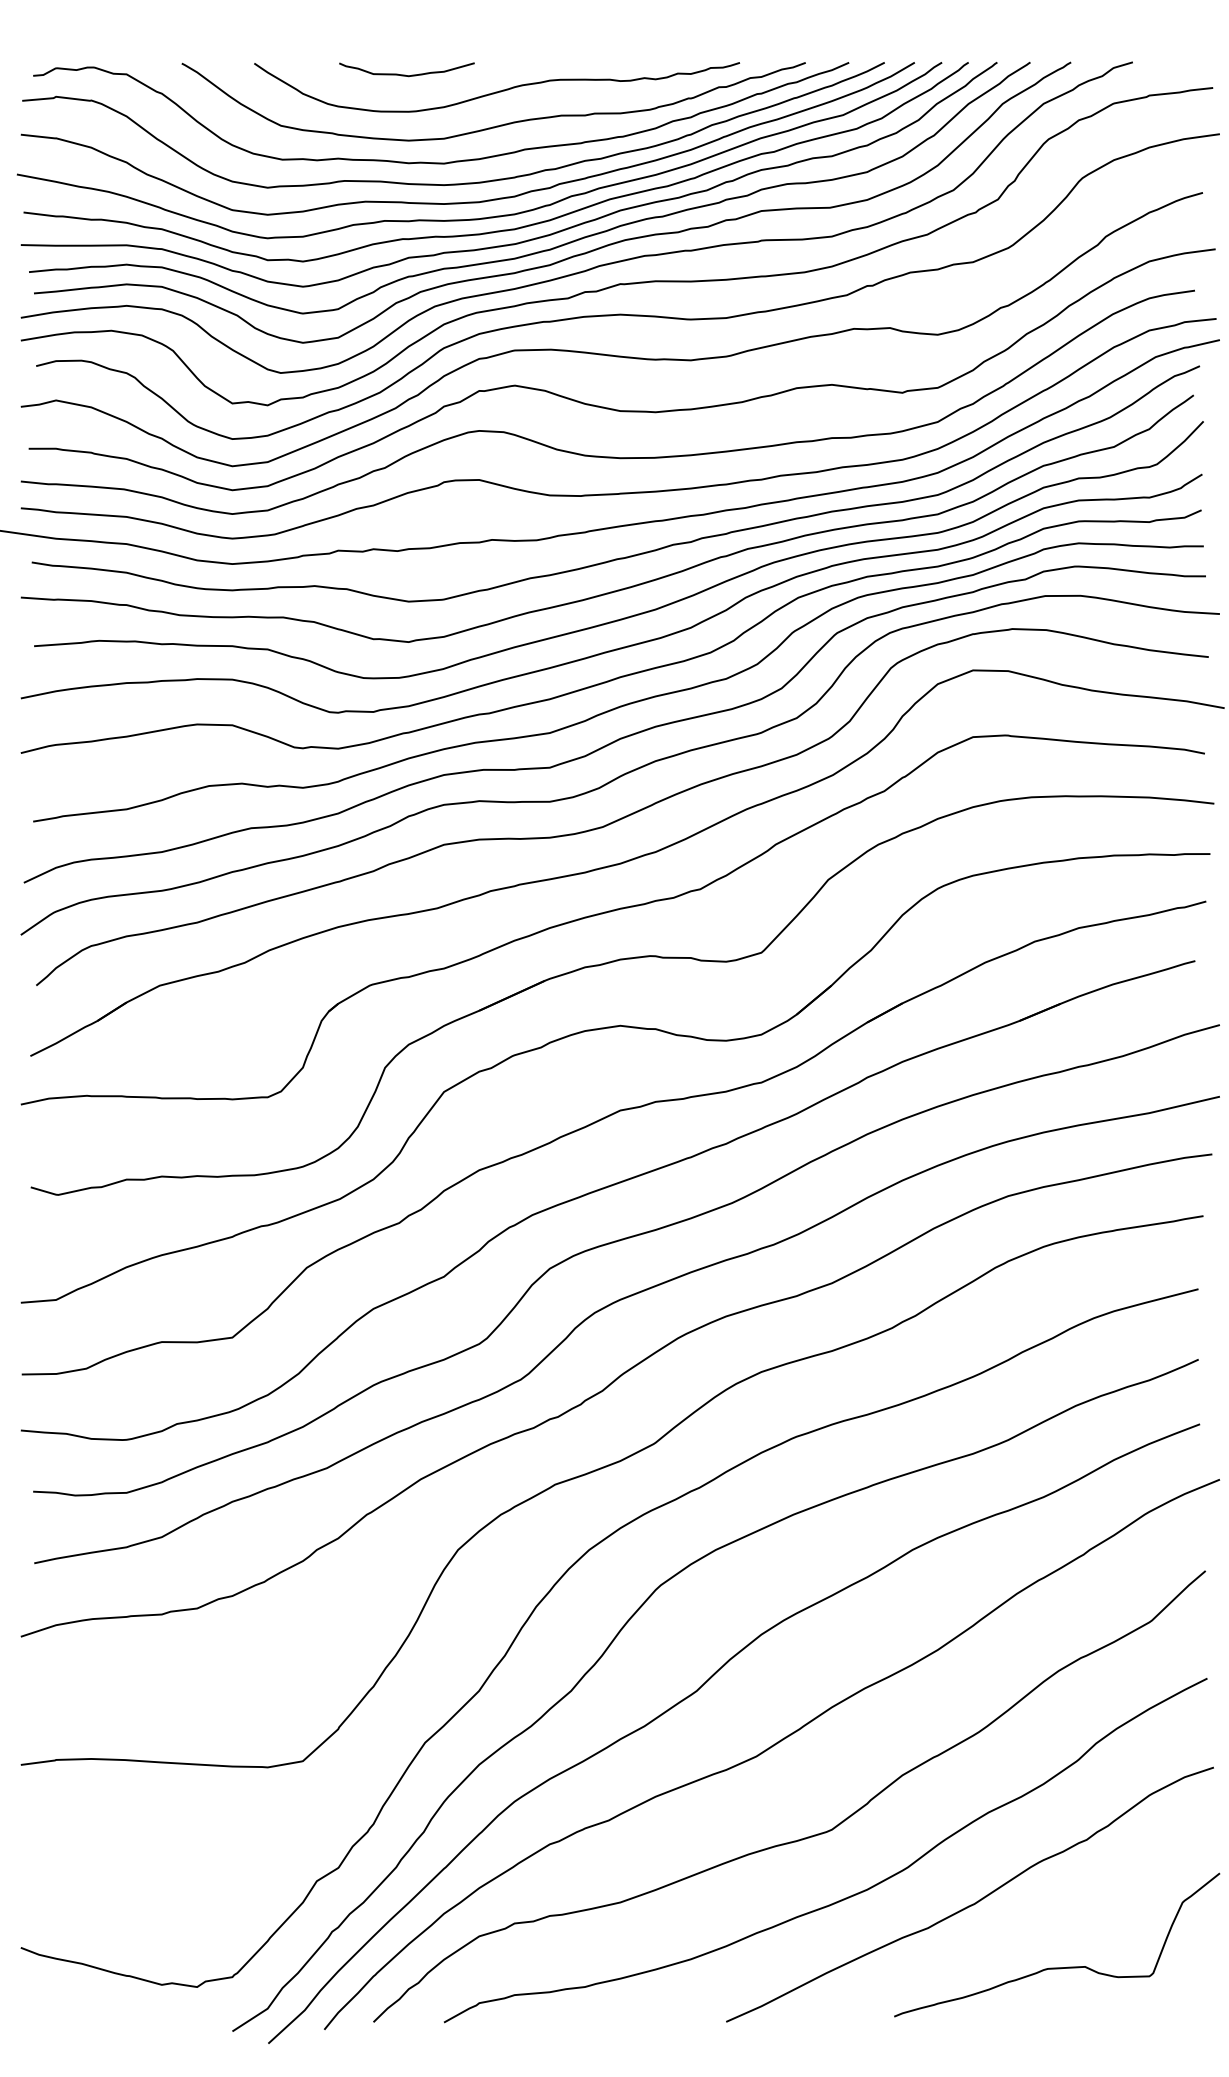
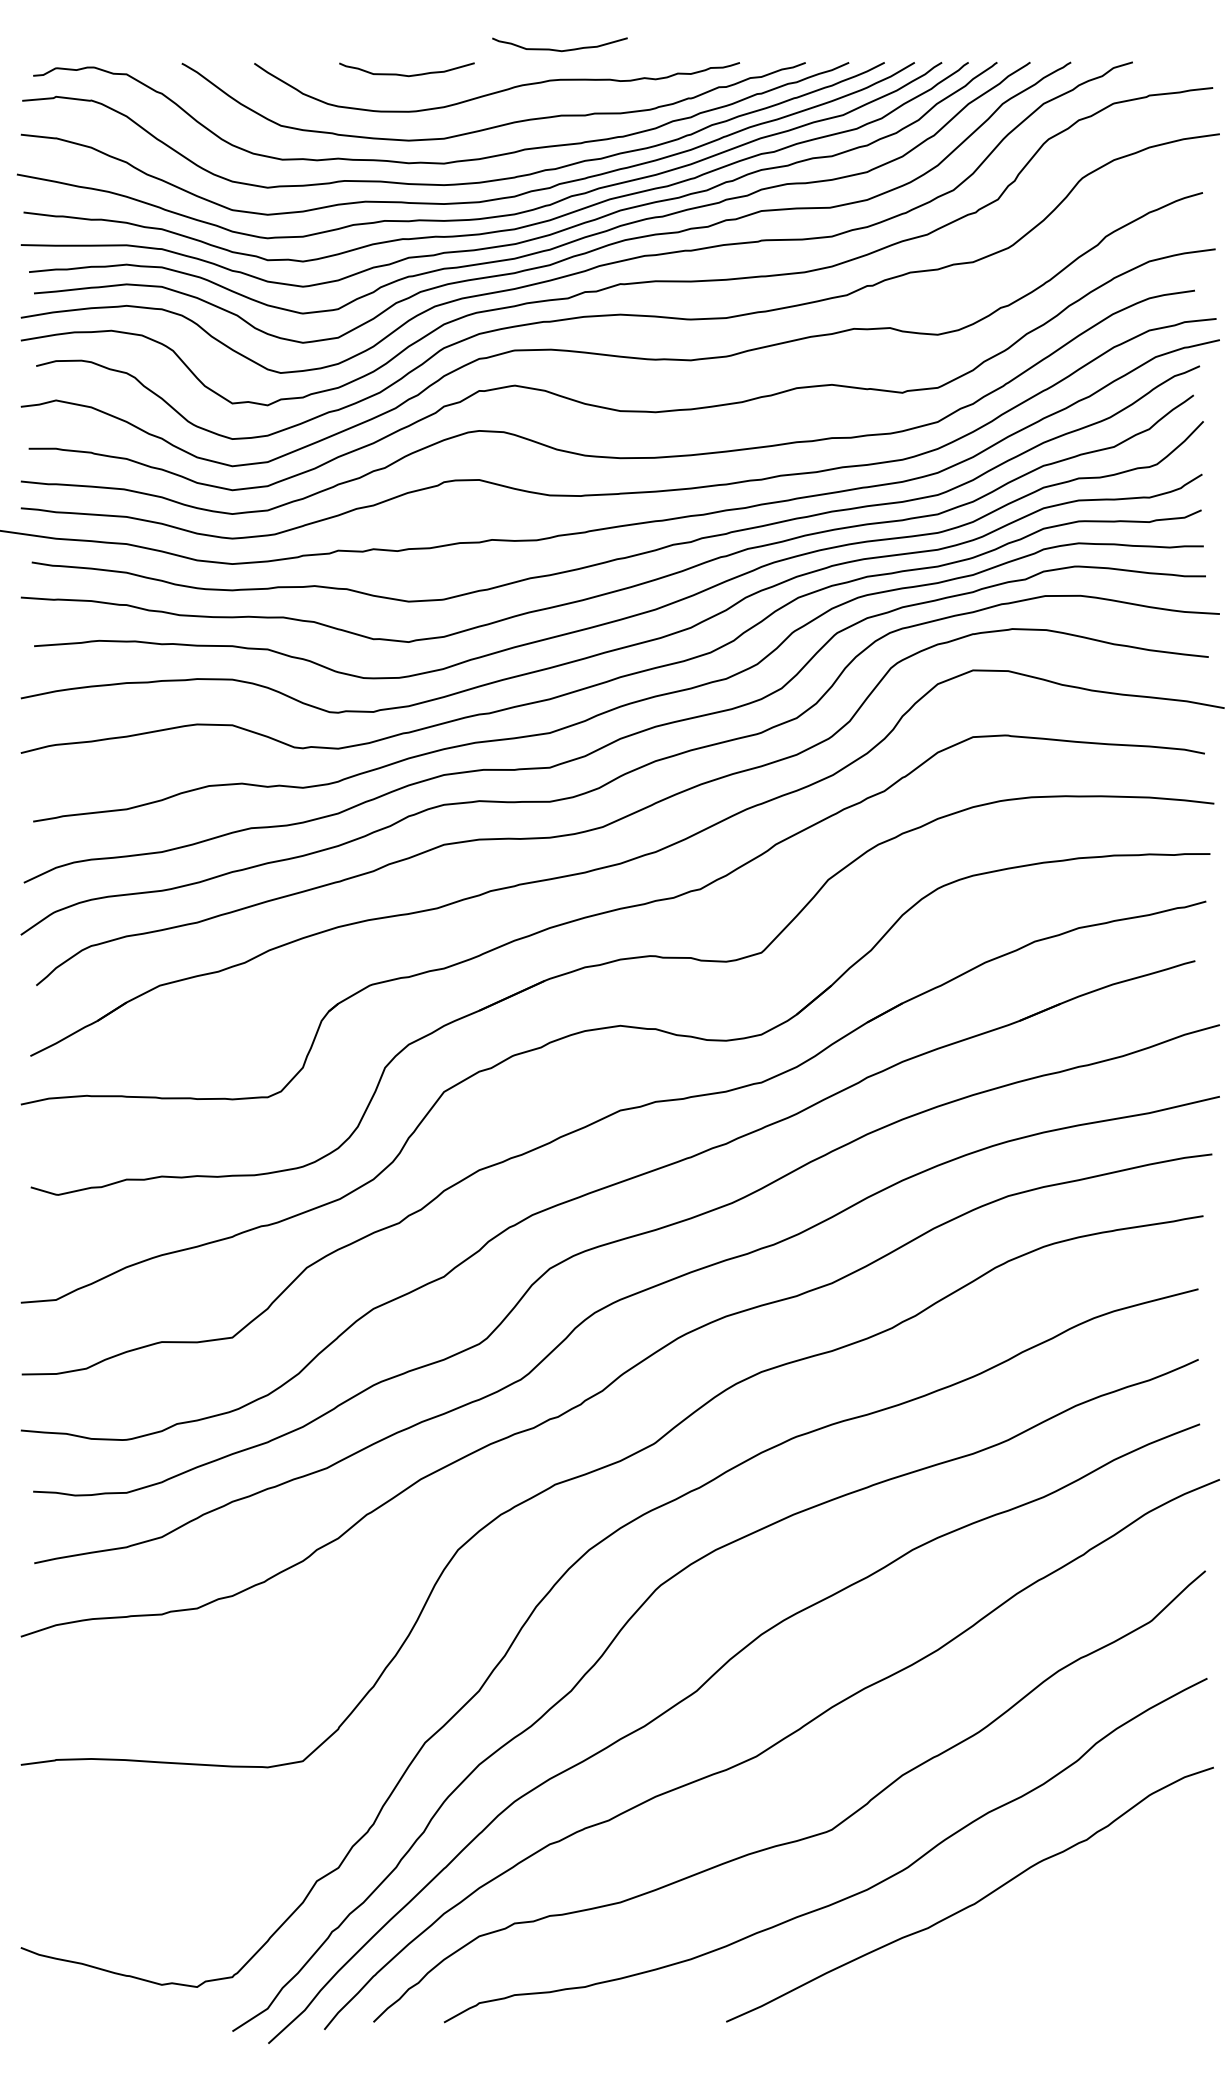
curve at (558, 49): none -> present
curve at (1057, 1967): present -> none
